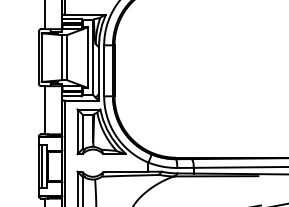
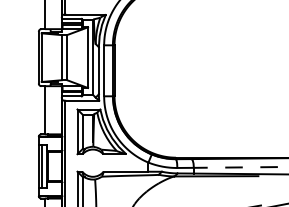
line at (240, 167): solid -> dashed
